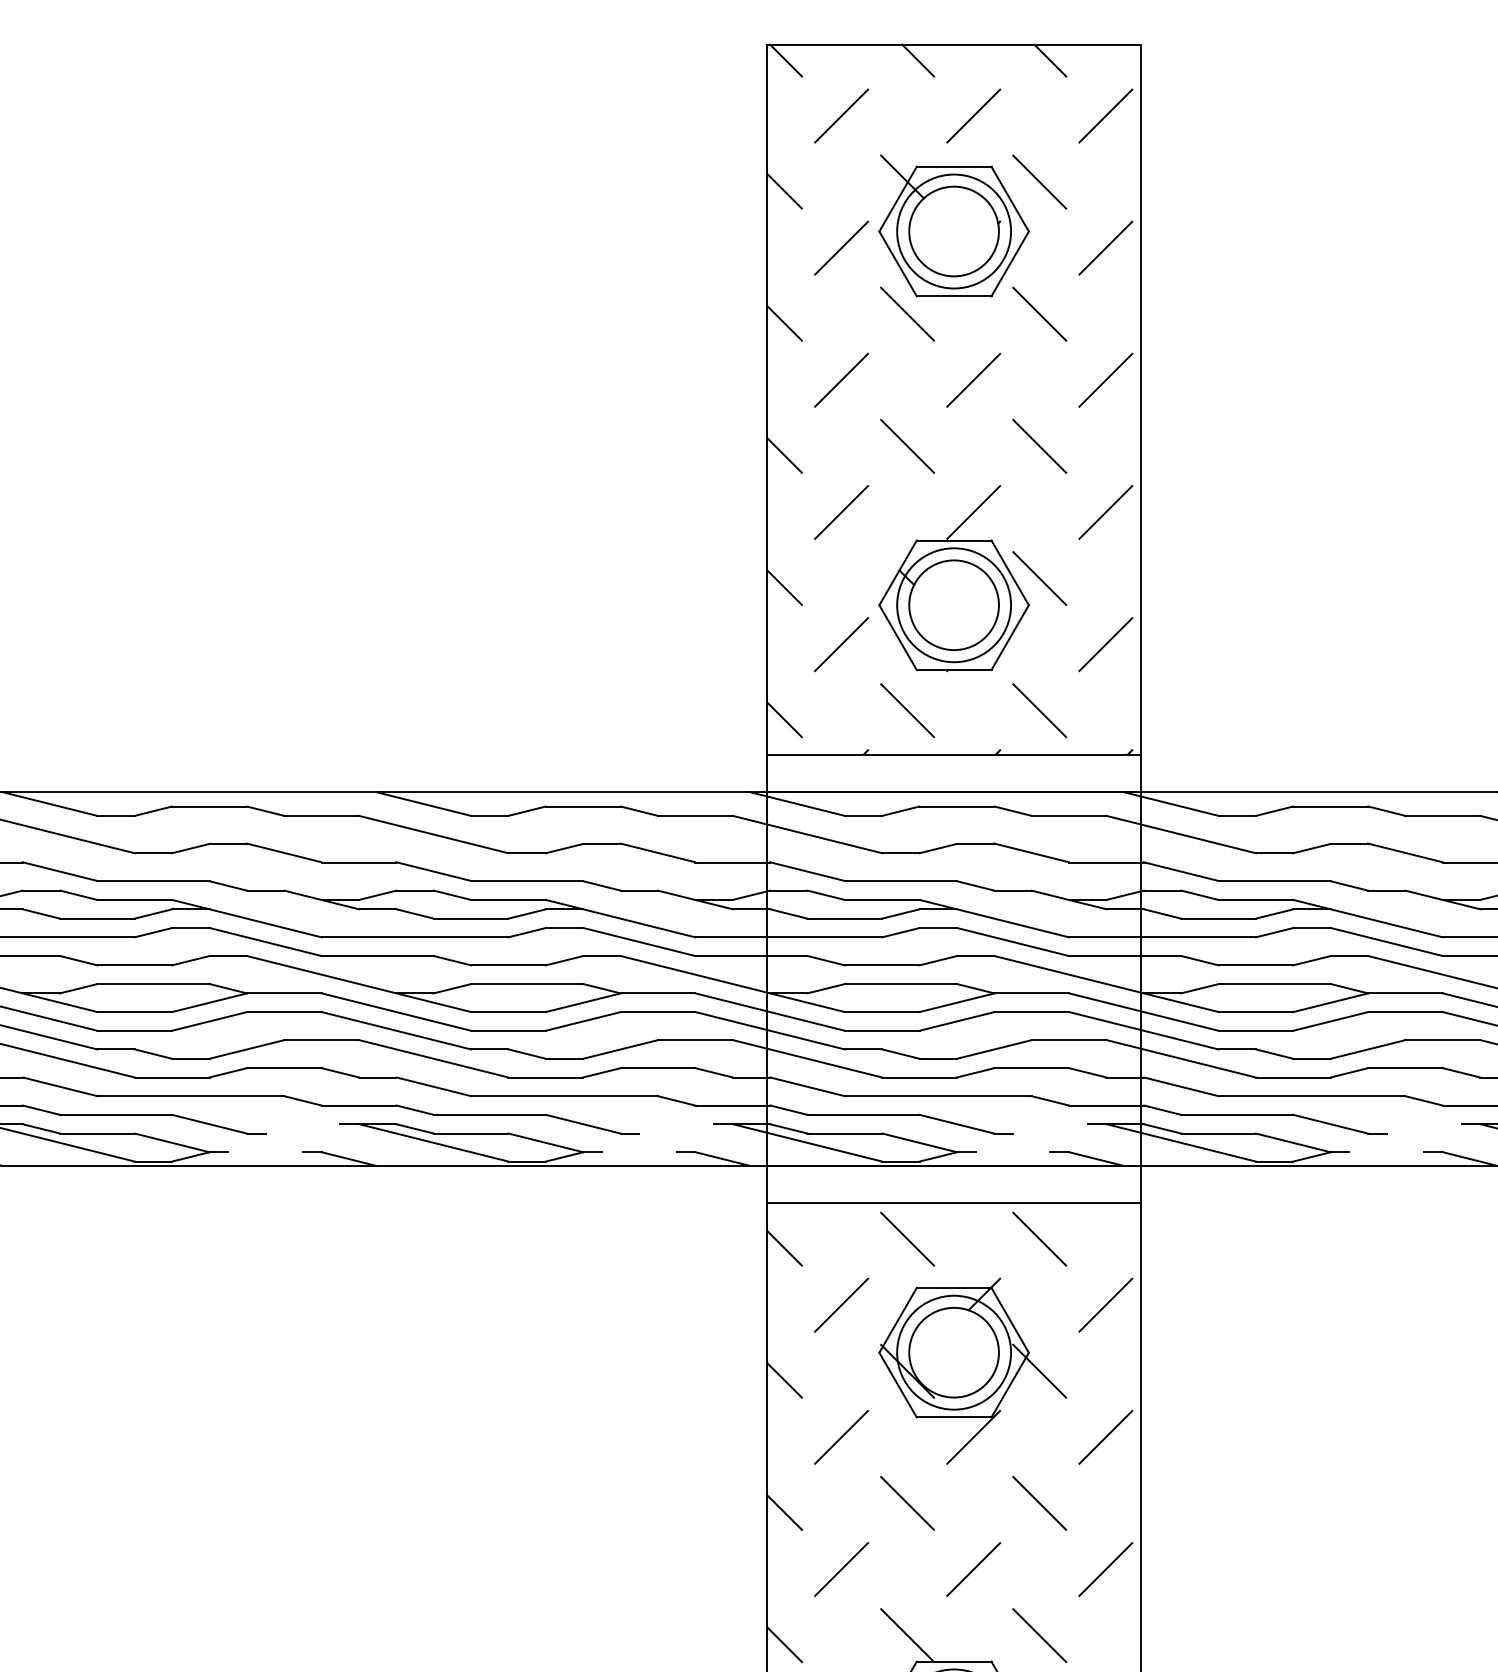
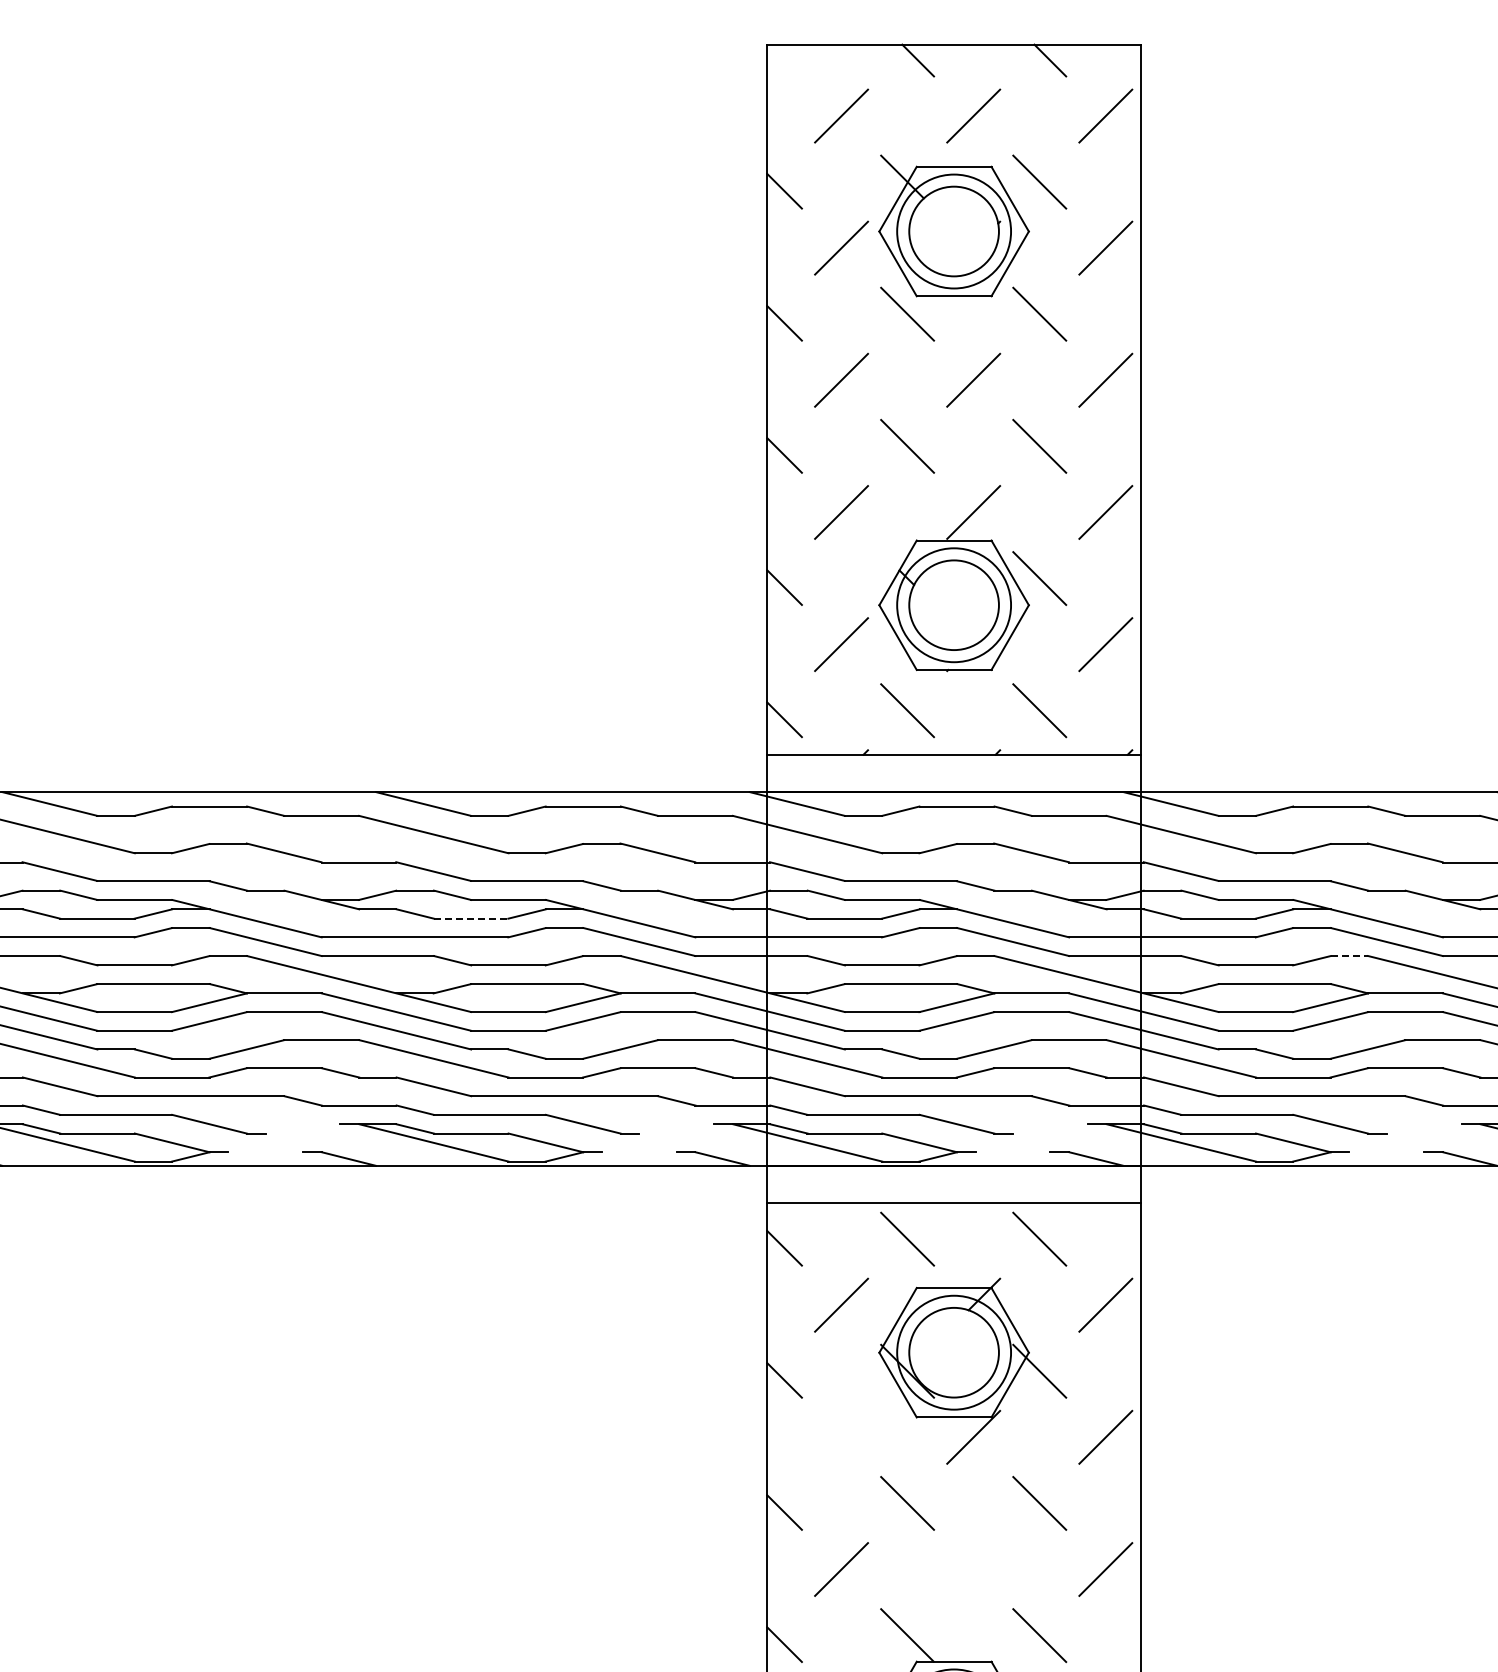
line at (785, 60): present -> none
line at (471, 918): solid -> dashed
line at (1349, 956): solid -> dashed
line at (841, 1436): present -> none
line at (973, 1569): present -> none
